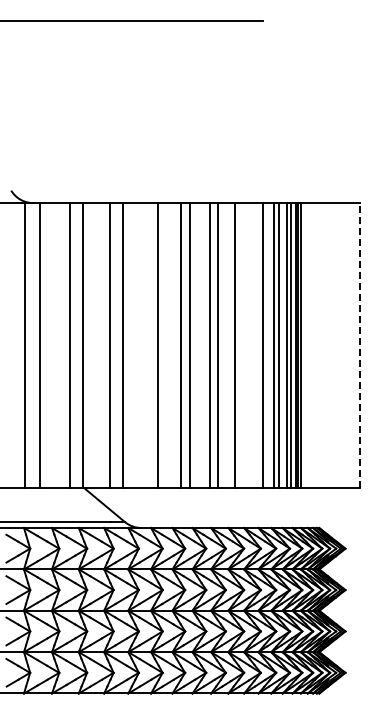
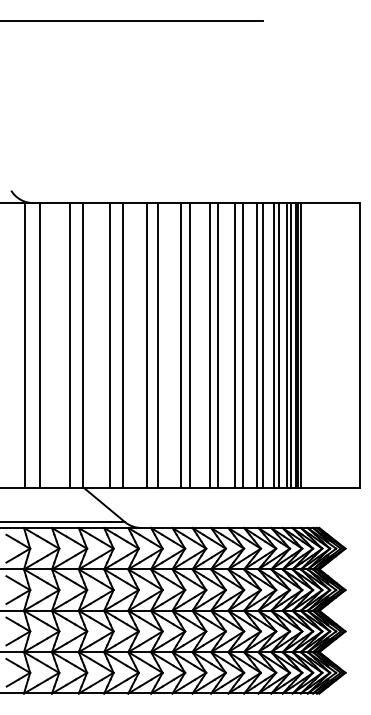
line at (147, 345): none -> present
line at (242, 345): none -> present
line at (256, 345): none -> present
line at (359, 345): dashed -> solid
